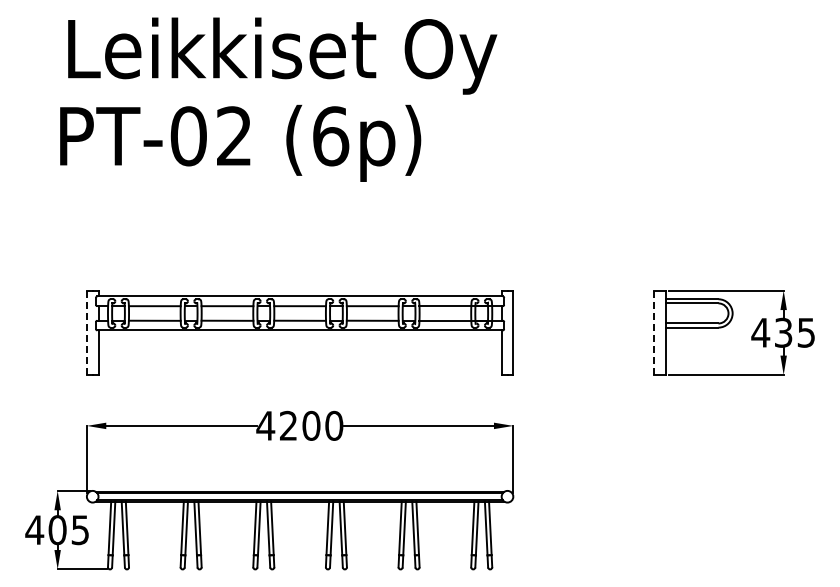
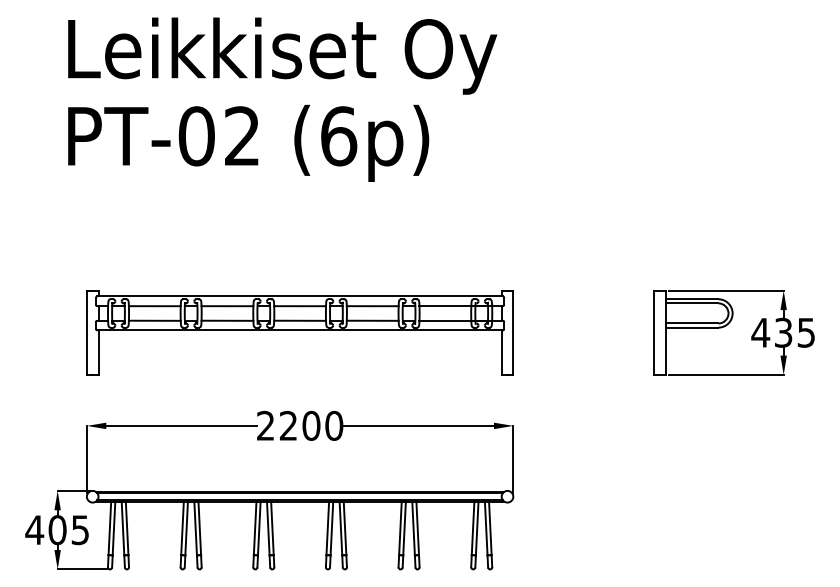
text at (240, 142) position: (240, 142) -> (248, 142)
line at (86, 333): dashed -> solid
line at (654, 333): dashed -> solid
text at (265, 425): 4200 -> 2200
